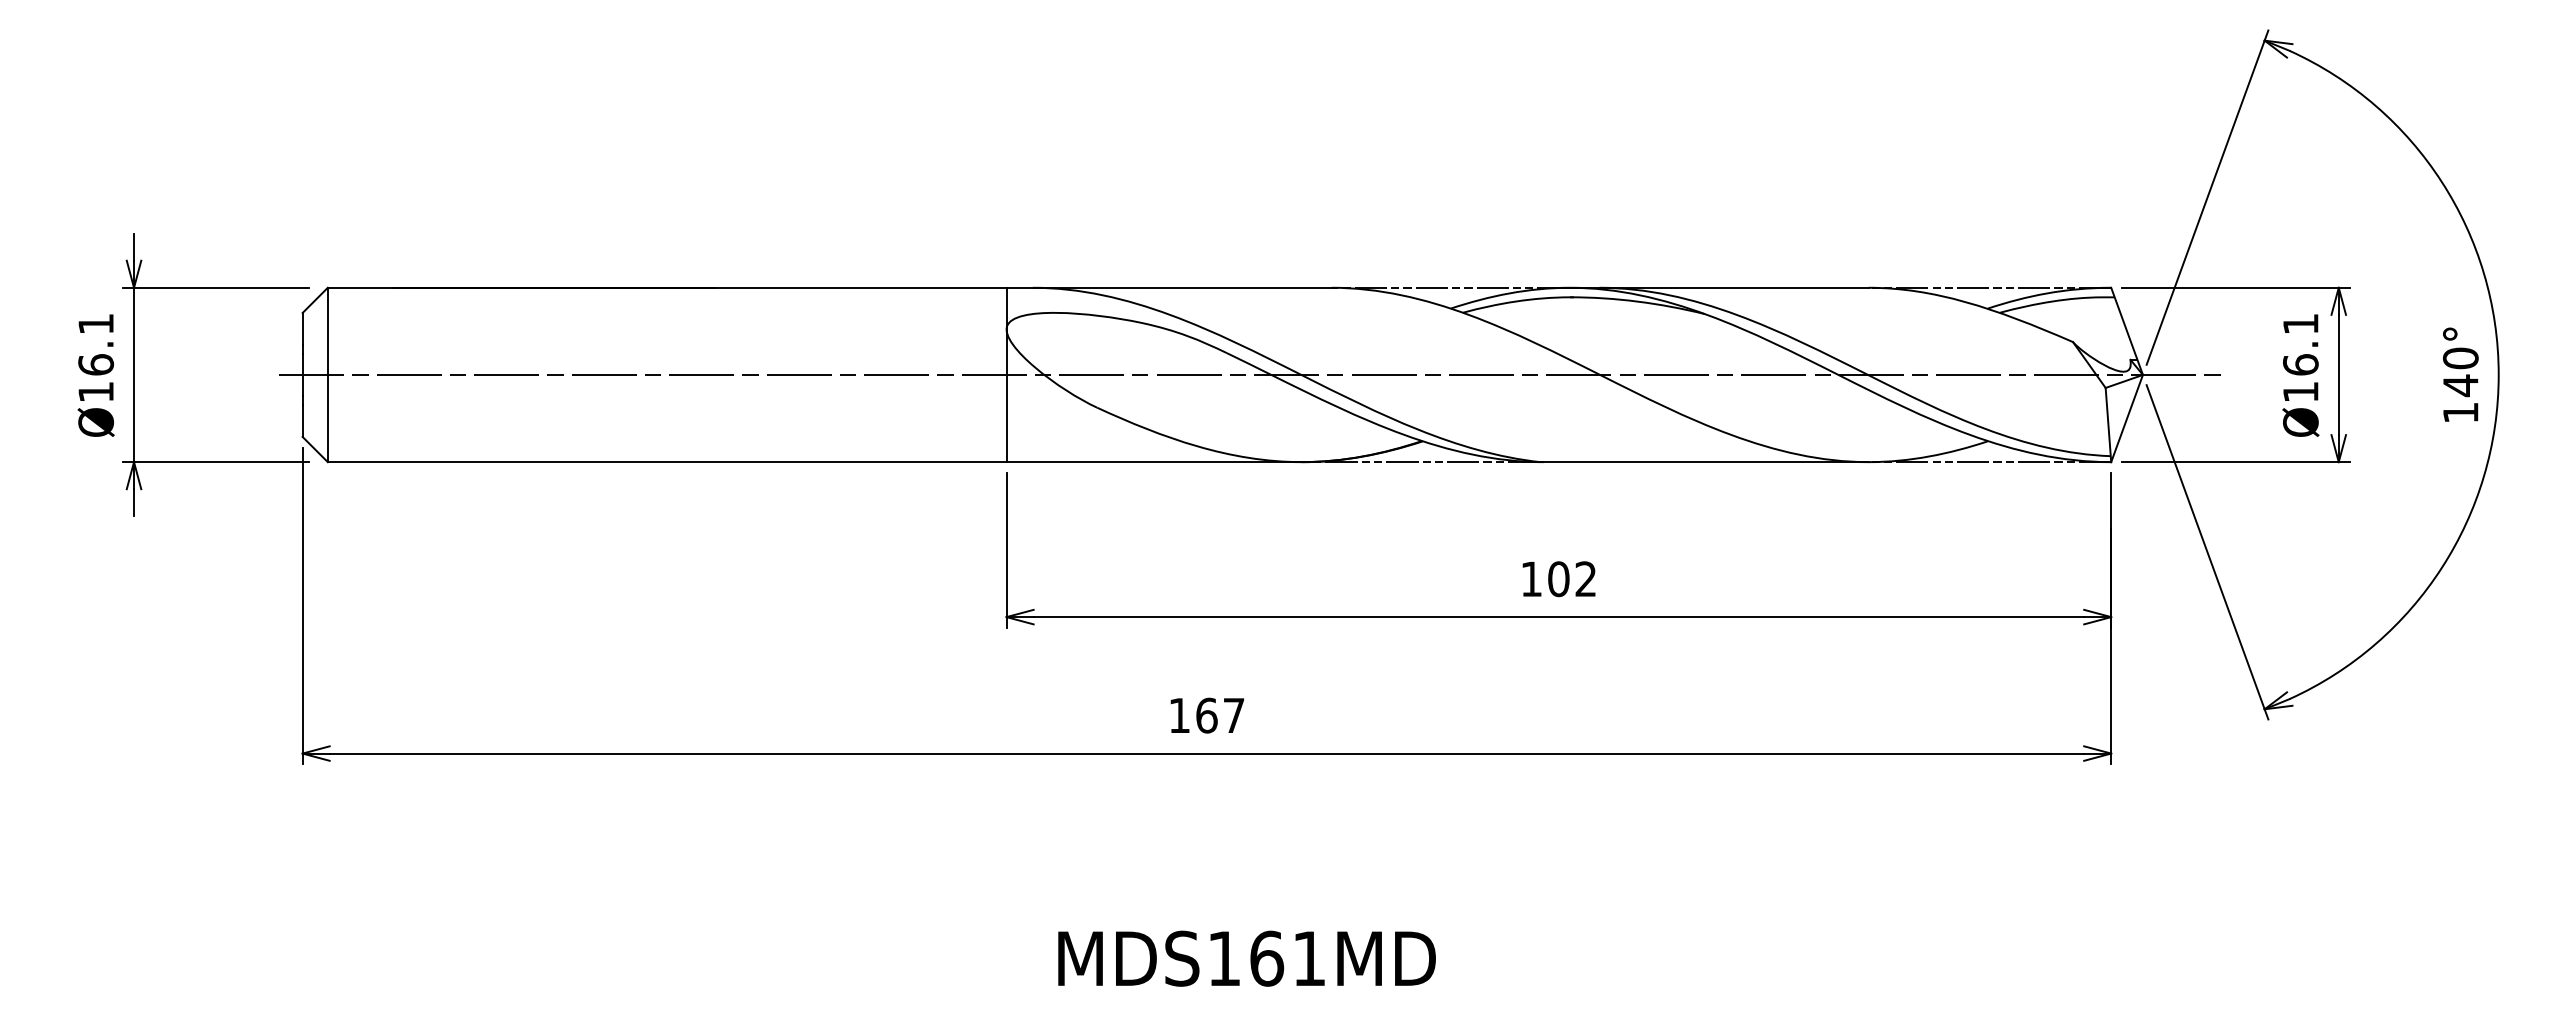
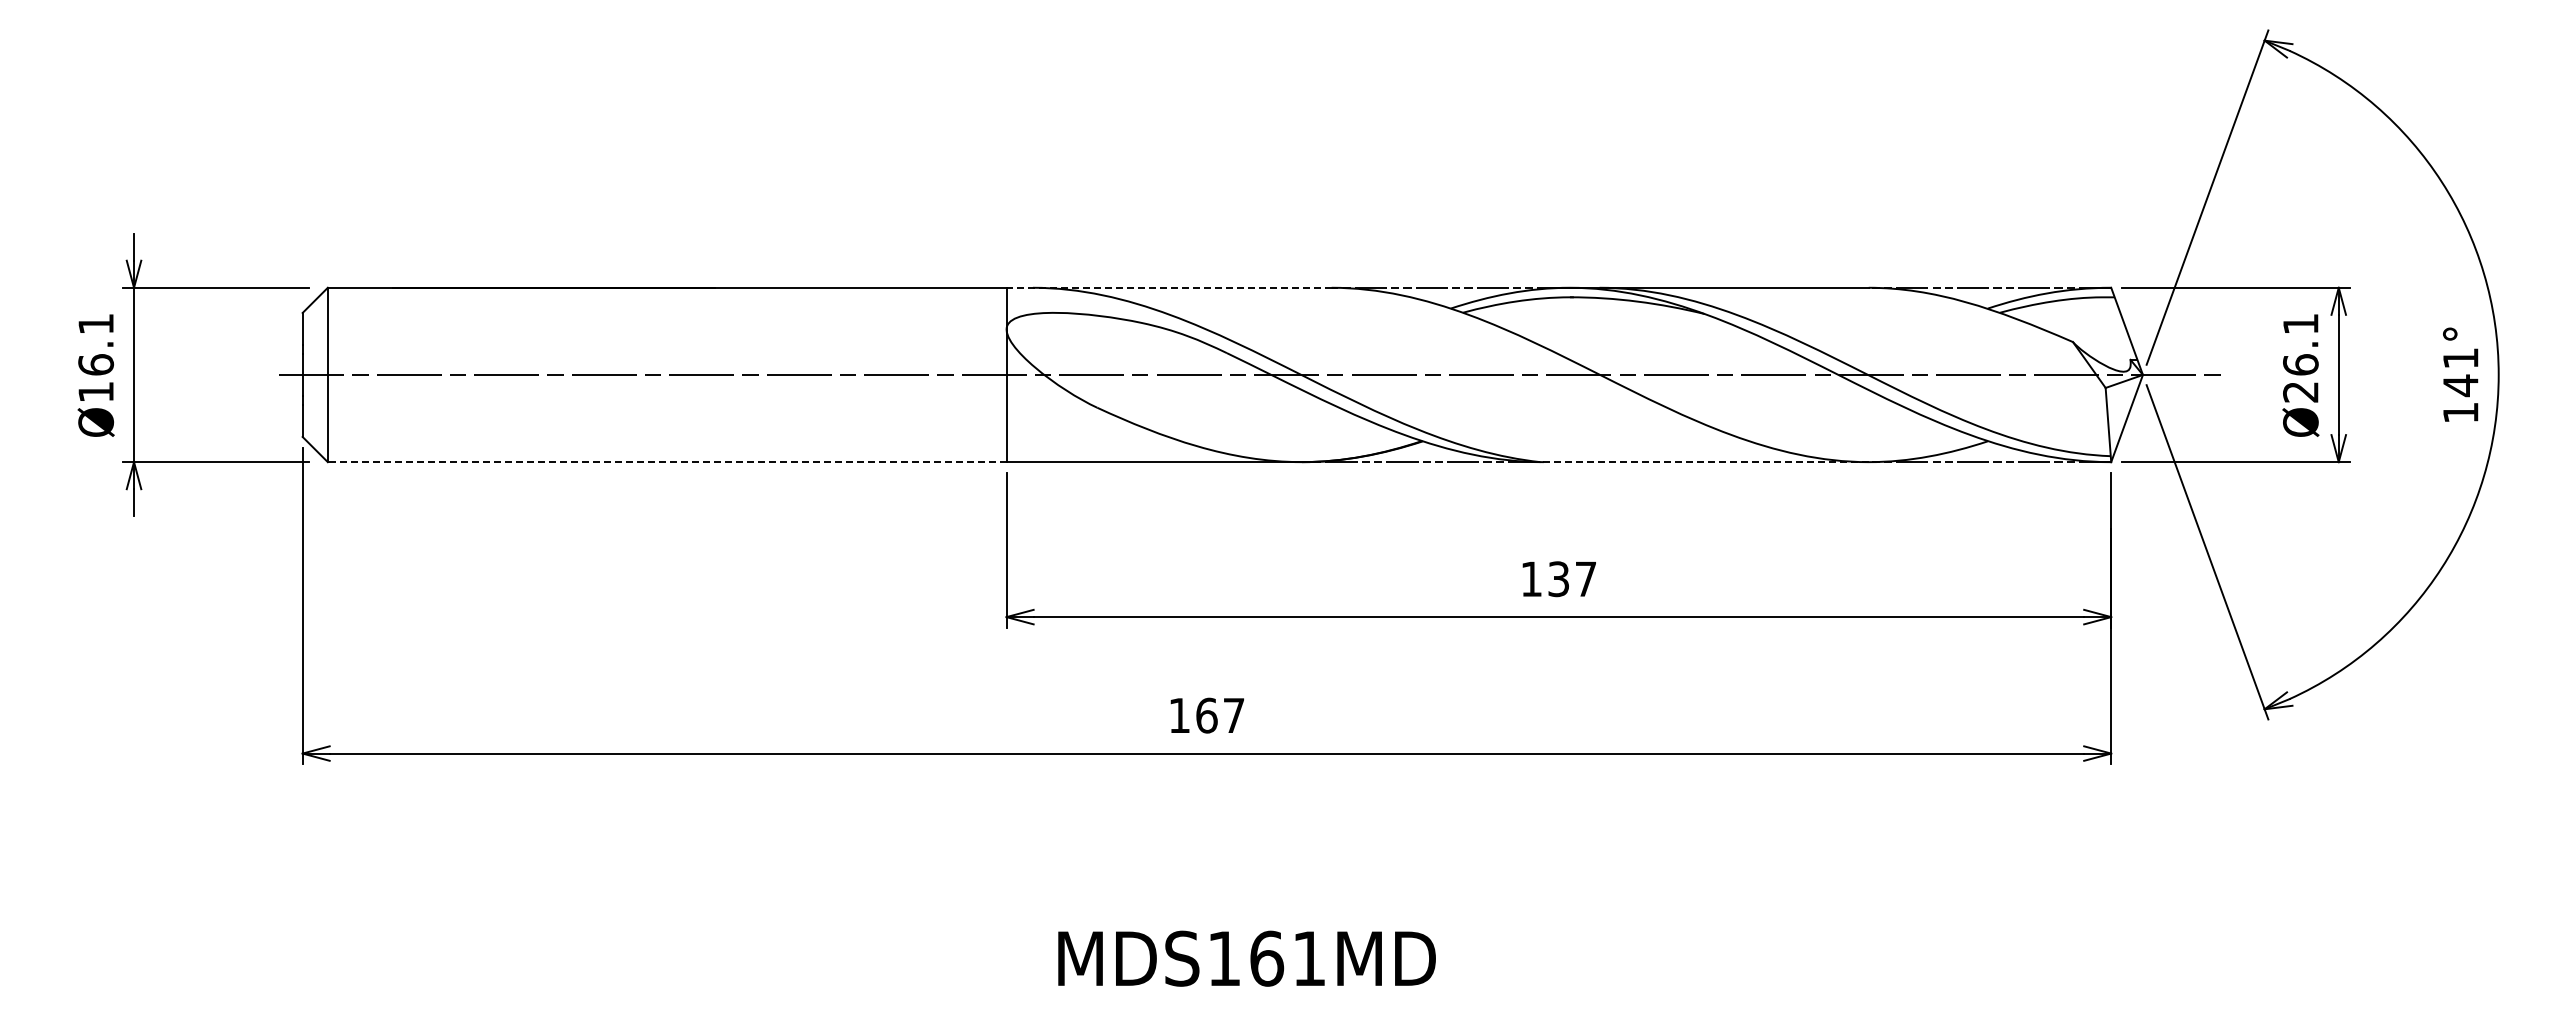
line at (1169, 287): solid -> dashed
text at (2460, 358): 140° -> 141°
text at (2300, 392): Ø16.1 -> Ø26.1
line at (666, 462): solid -> dashed
line at (1704, 462): solid -> dashed
text at (1571, 579): 102 -> 137
